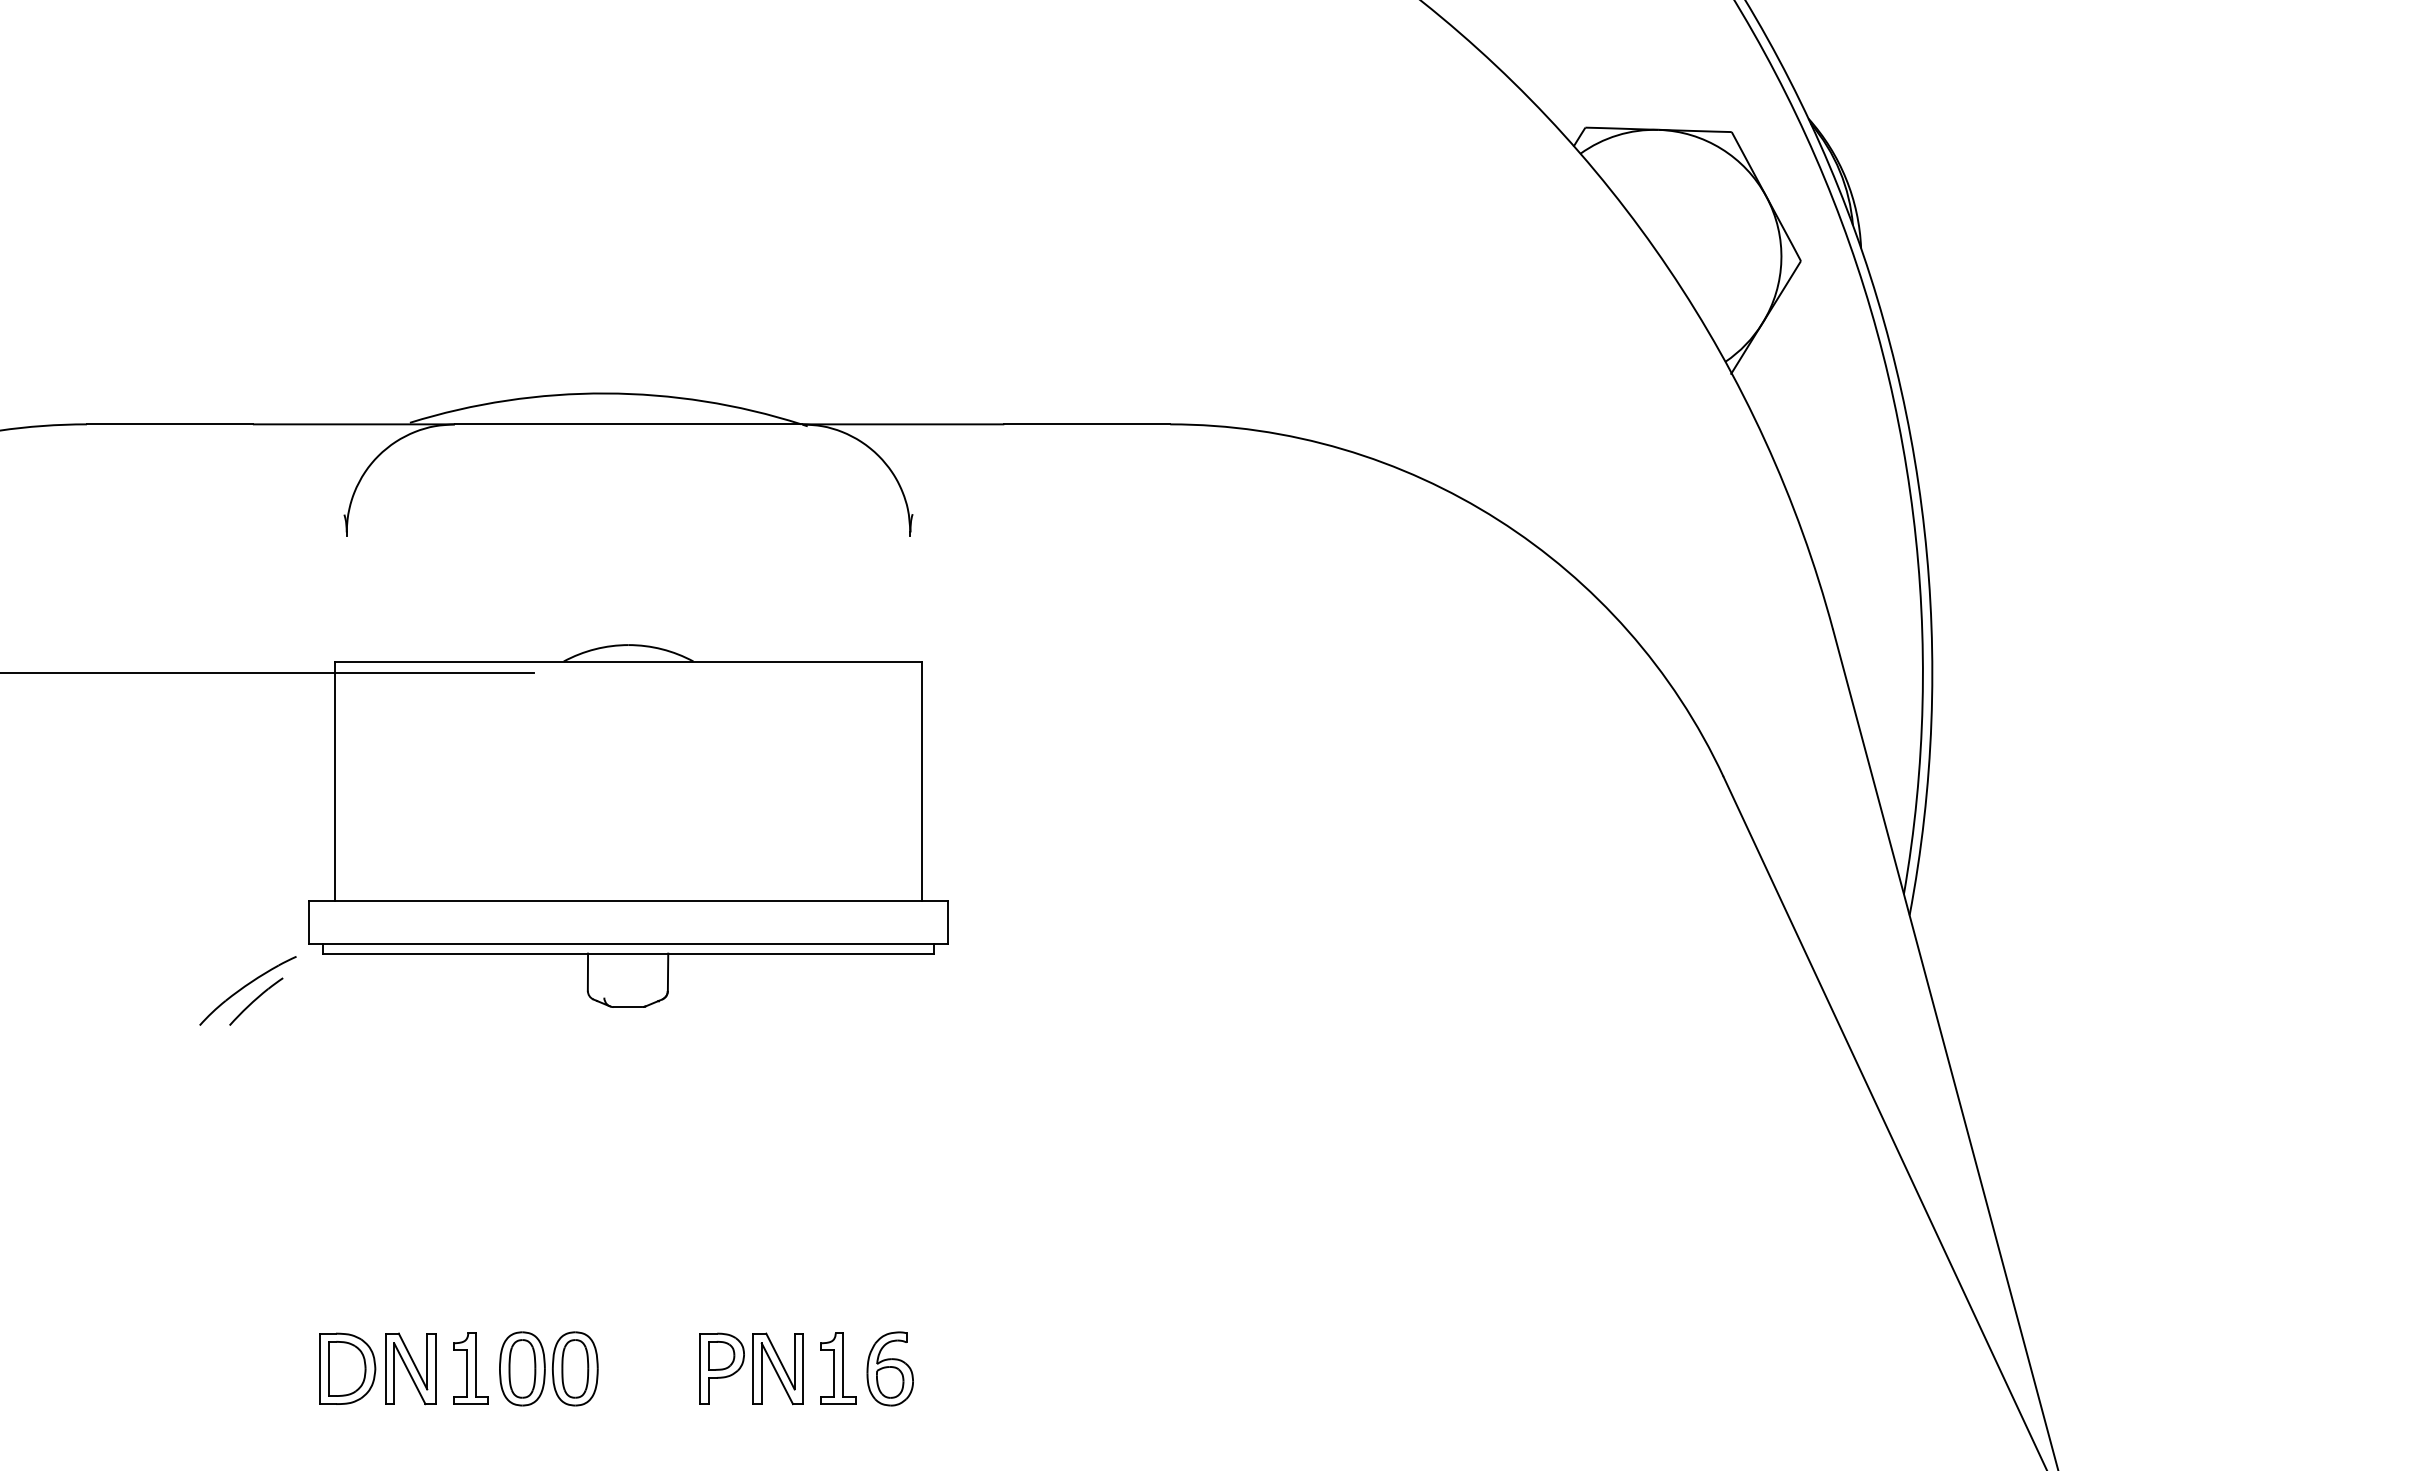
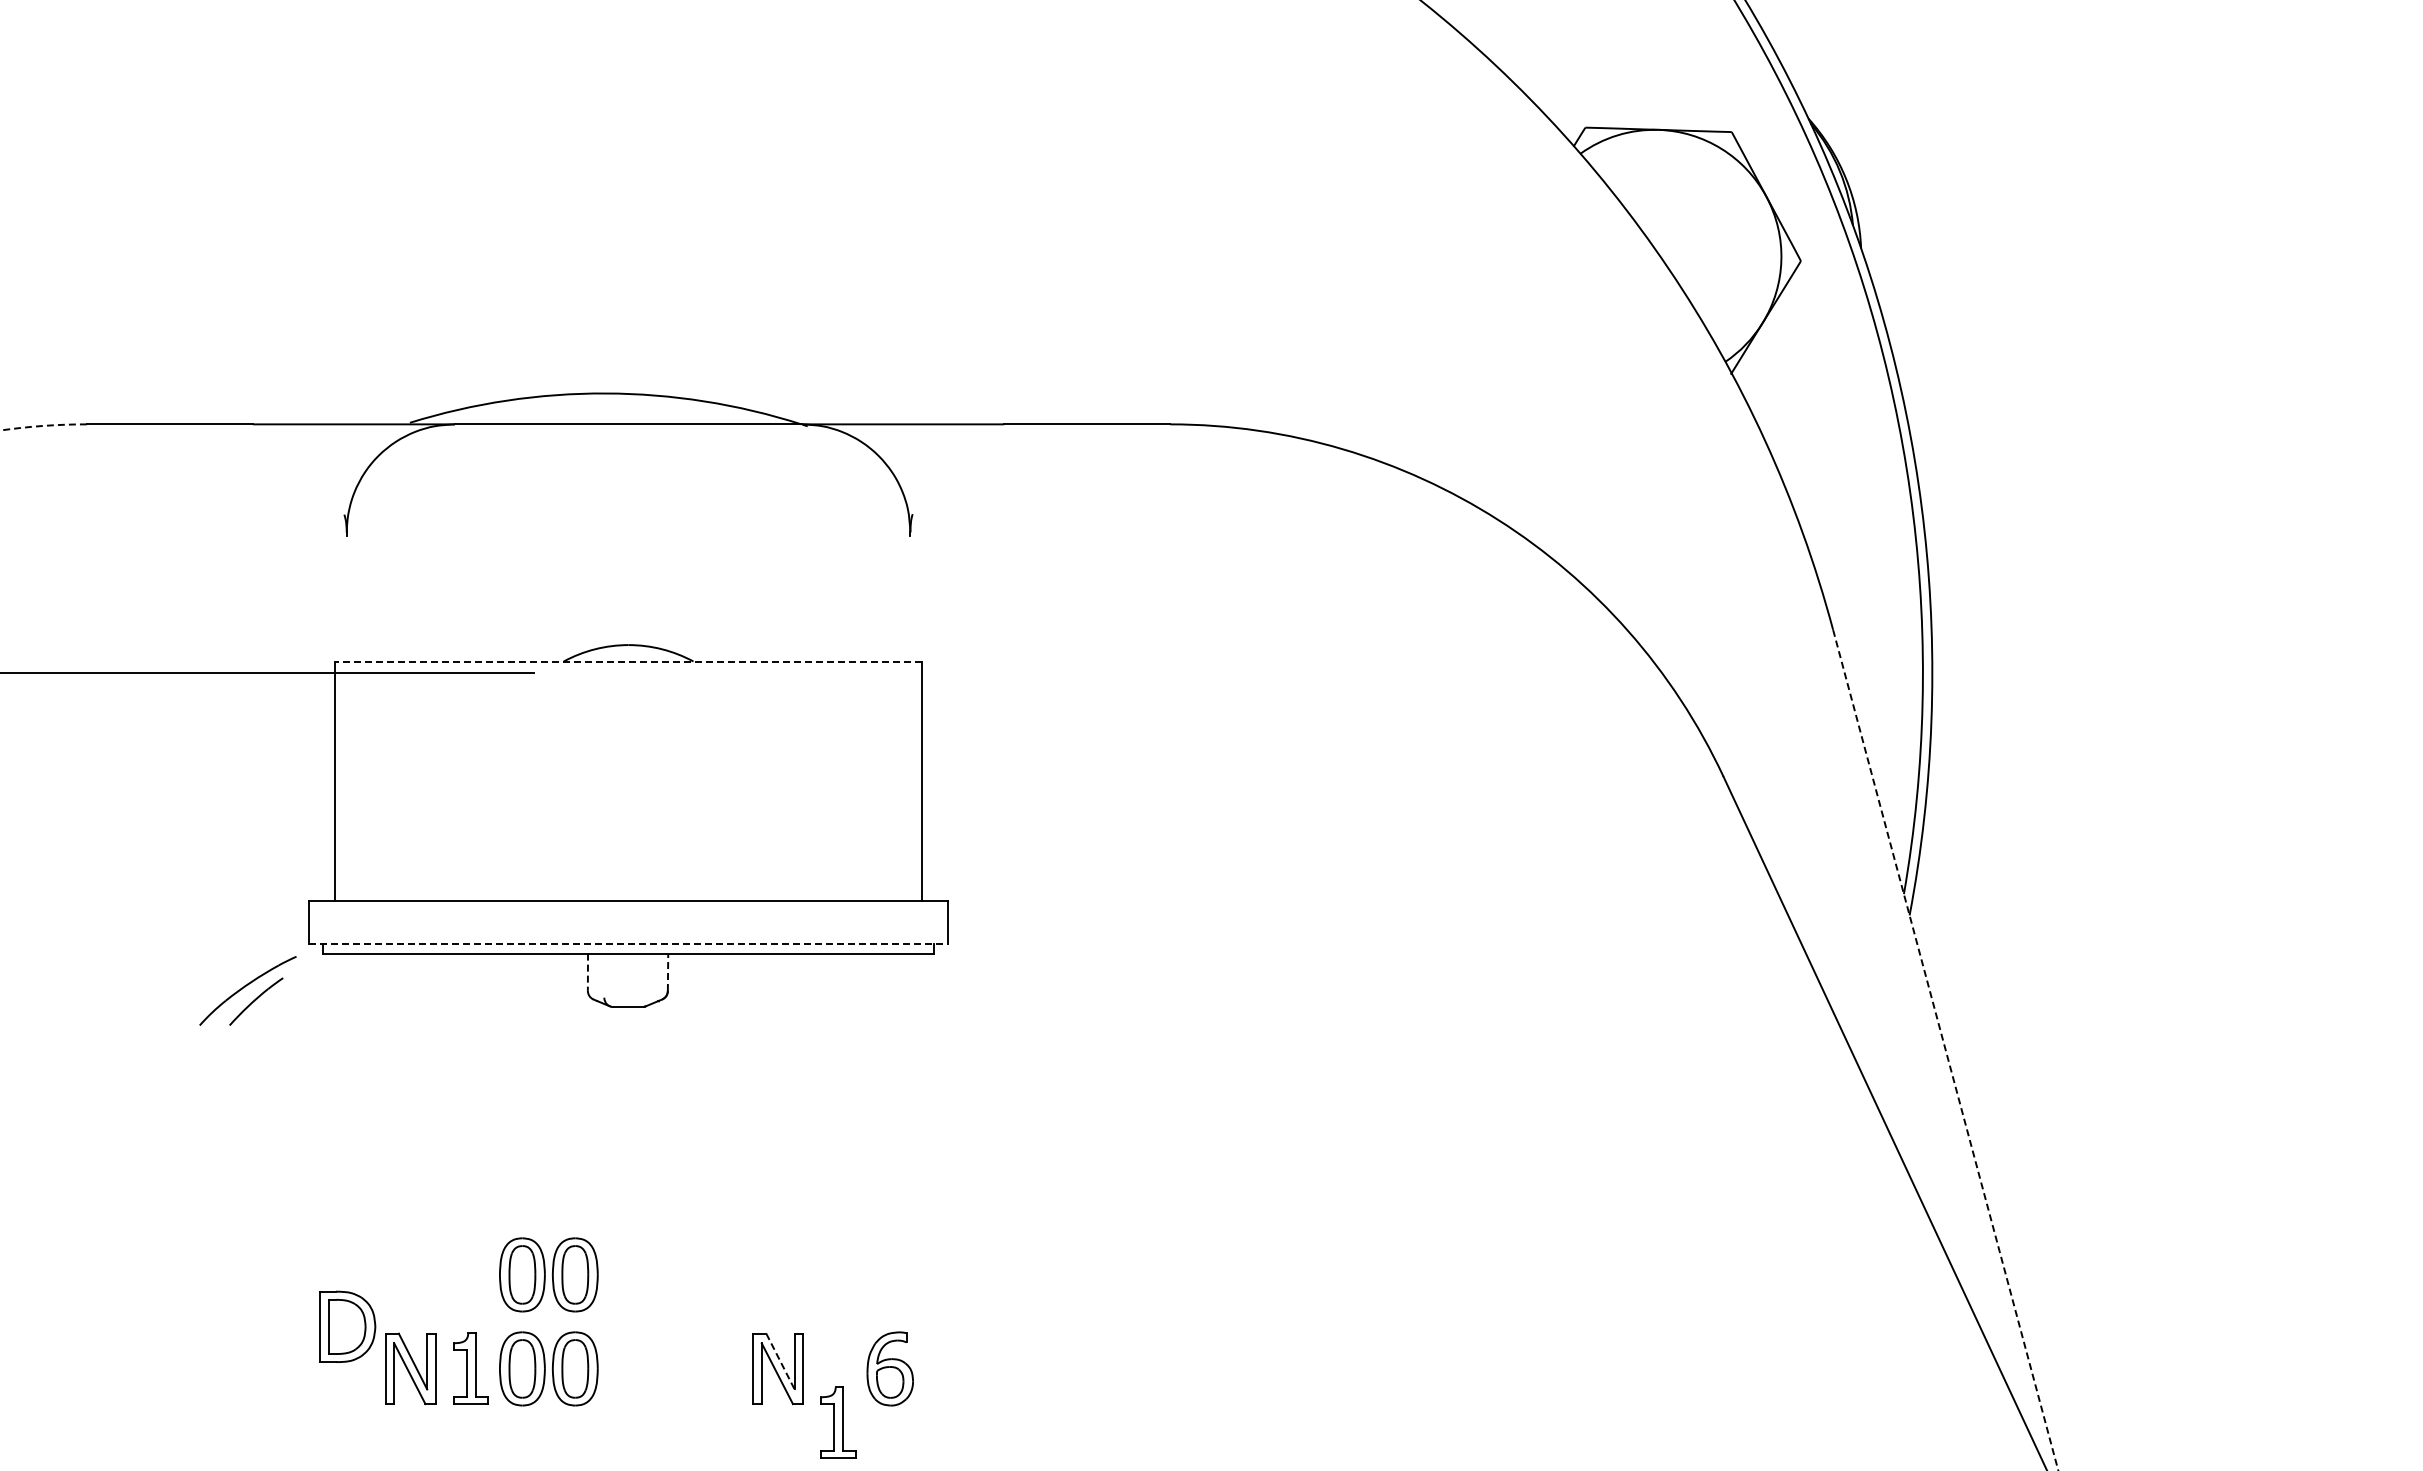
arc at (43, 425): solid -> dashed
line at (628, 661): solid -> dashed
line at (629, 944): solid -> dashed
line at (587, 972): solid -> dashed
line at (668, 972): solid -> dashed
line at (1945, 1049): solid -> dashed
part at (548, 1274): none -> present
line at (780, 1361): solid -> dashed
part at (347, 1368) position: (347, 1368) -> (347, 1326)
part at (721, 1368): present -> none
part at (838, 1368) position: (838, 1368) -> (838, 1422)
